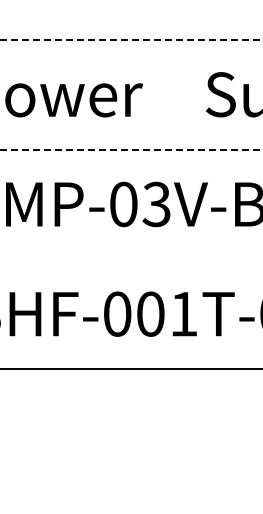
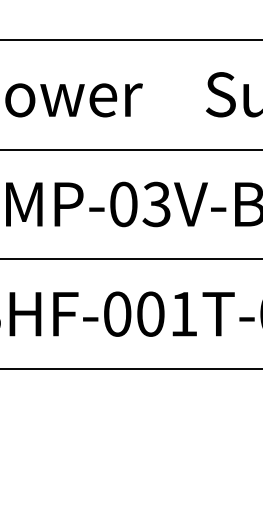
line at (131, 39): dashed -> solid
line at (131, 149): dashed -> solid
line at (130, 259): none -> present
